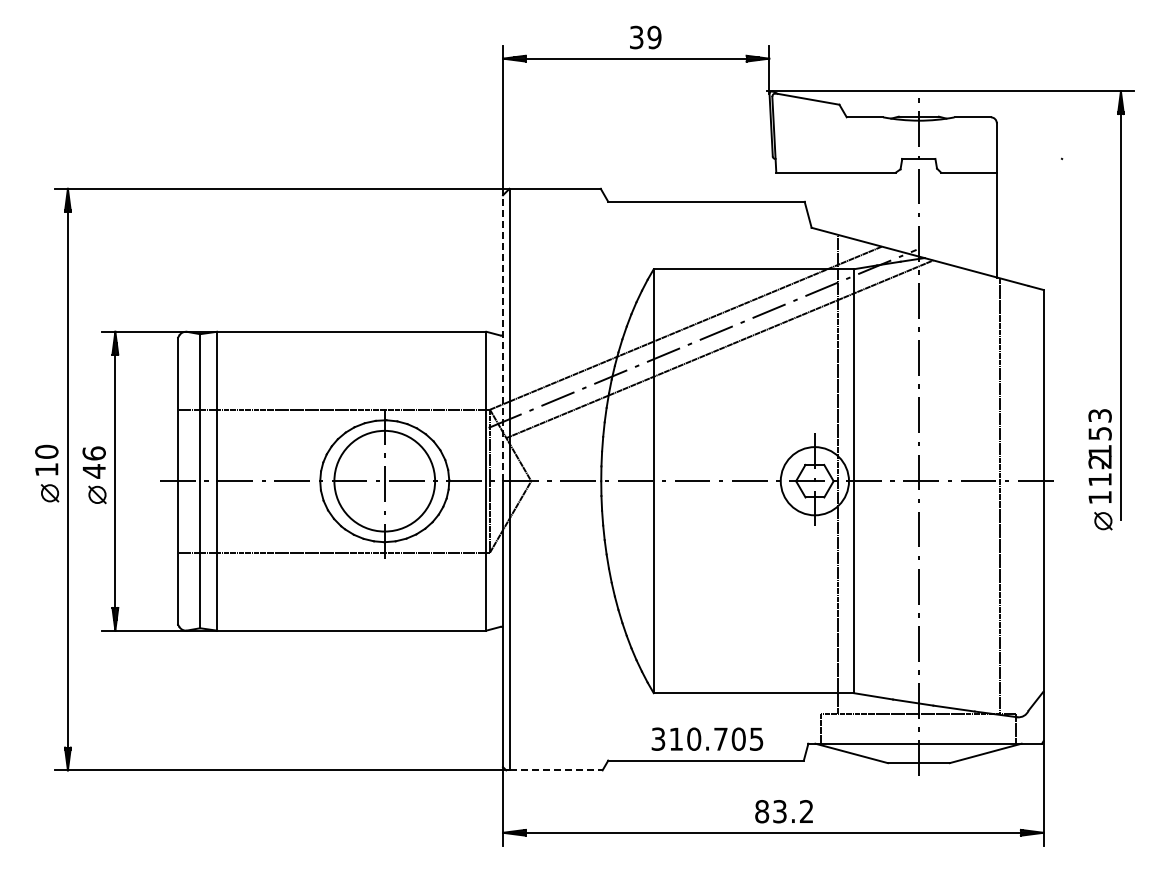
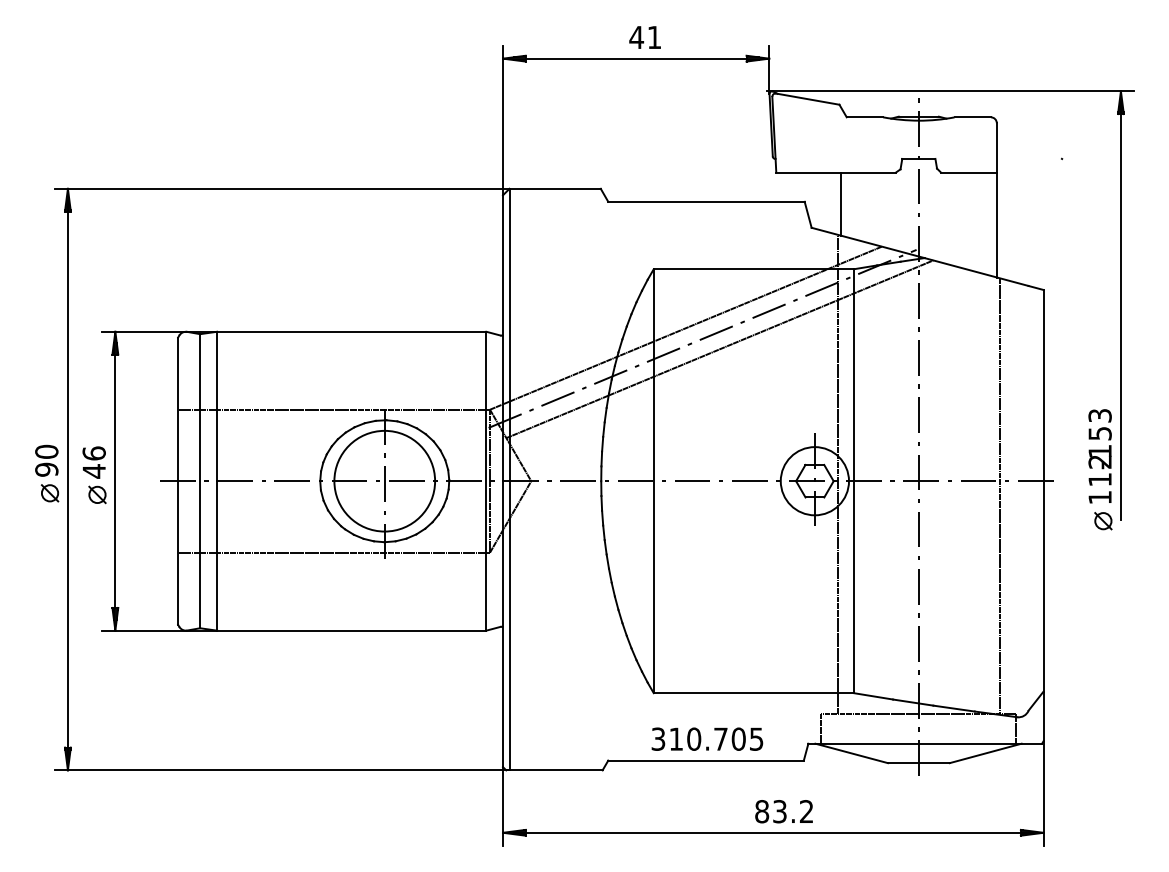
text at (645, 37): 39 -> 41
line at (840, 203): none -> present
line at (503, 338): dashed -> solid
text at (46, 469): 10 -> 90
line at (556, 770): dashed -> solid
